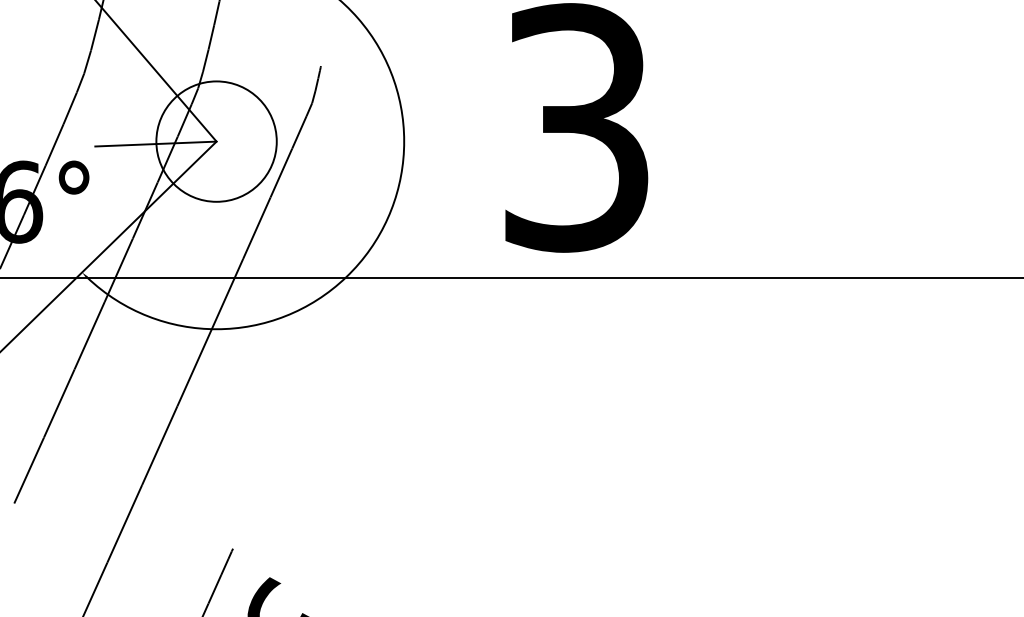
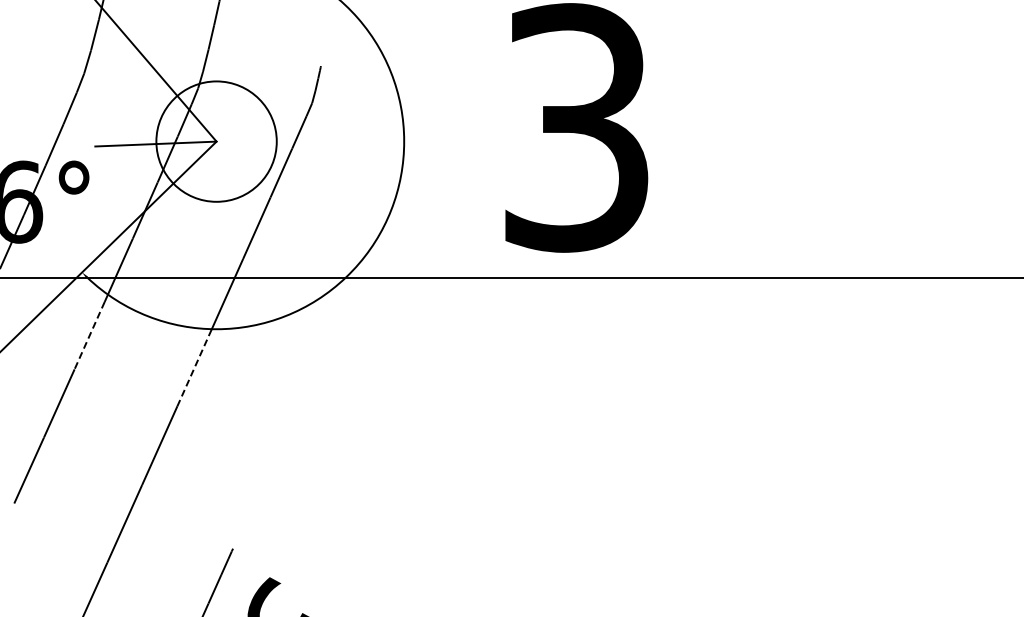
line at (89, 335): solid -> dashed
line at (194, 367): solid -> dashed
